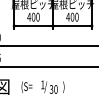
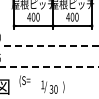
line at (49, 46): solid -> dashed
line at (49, 66): solid -> dashed
text at (26, 86) position: (26, 86) -> (24, 80)
